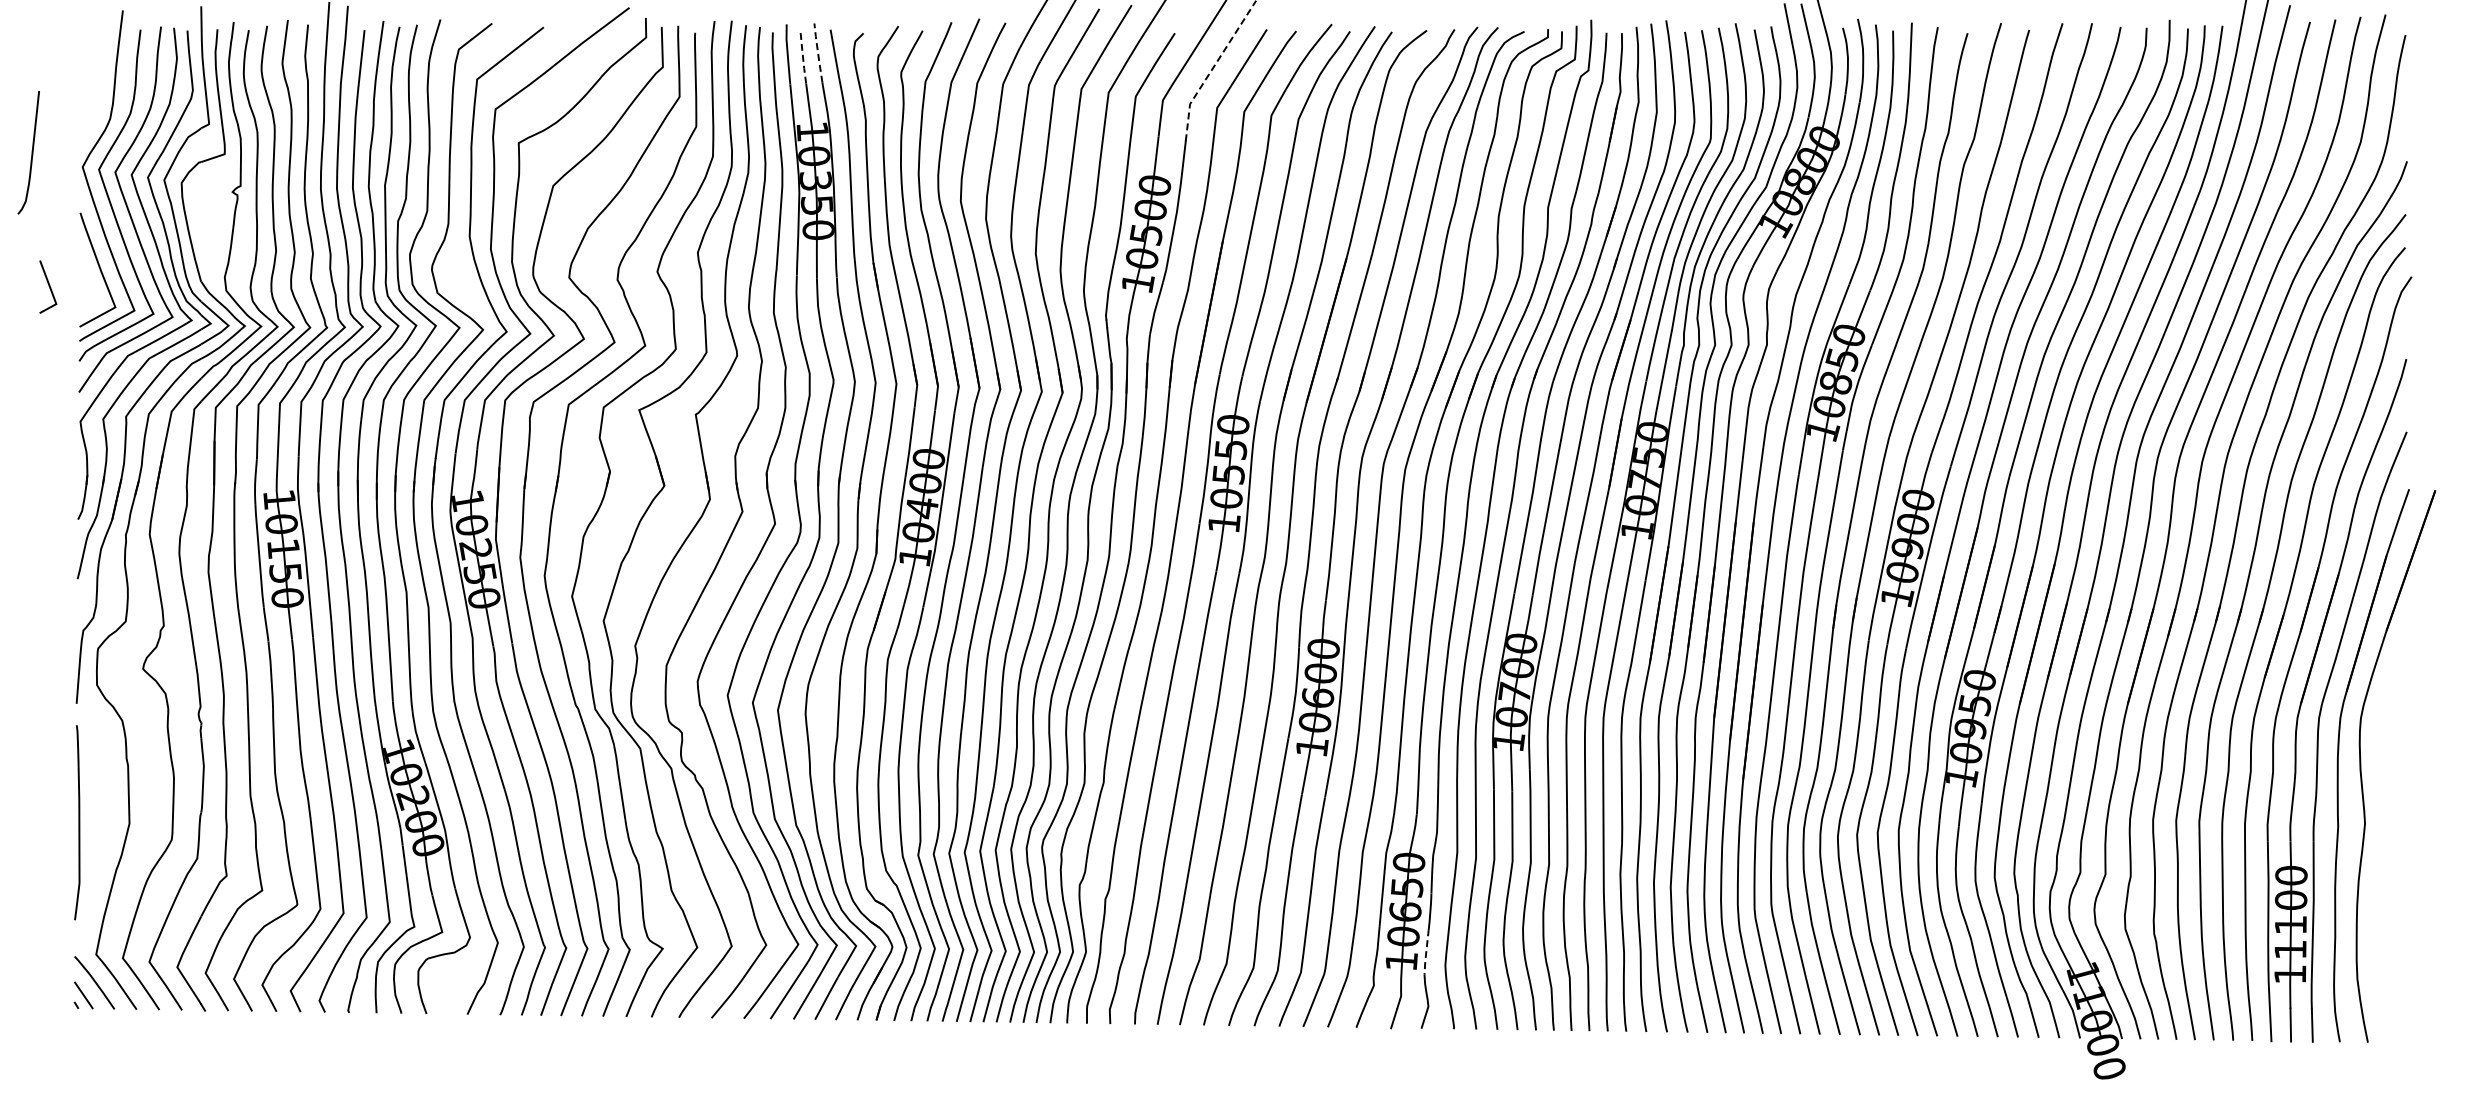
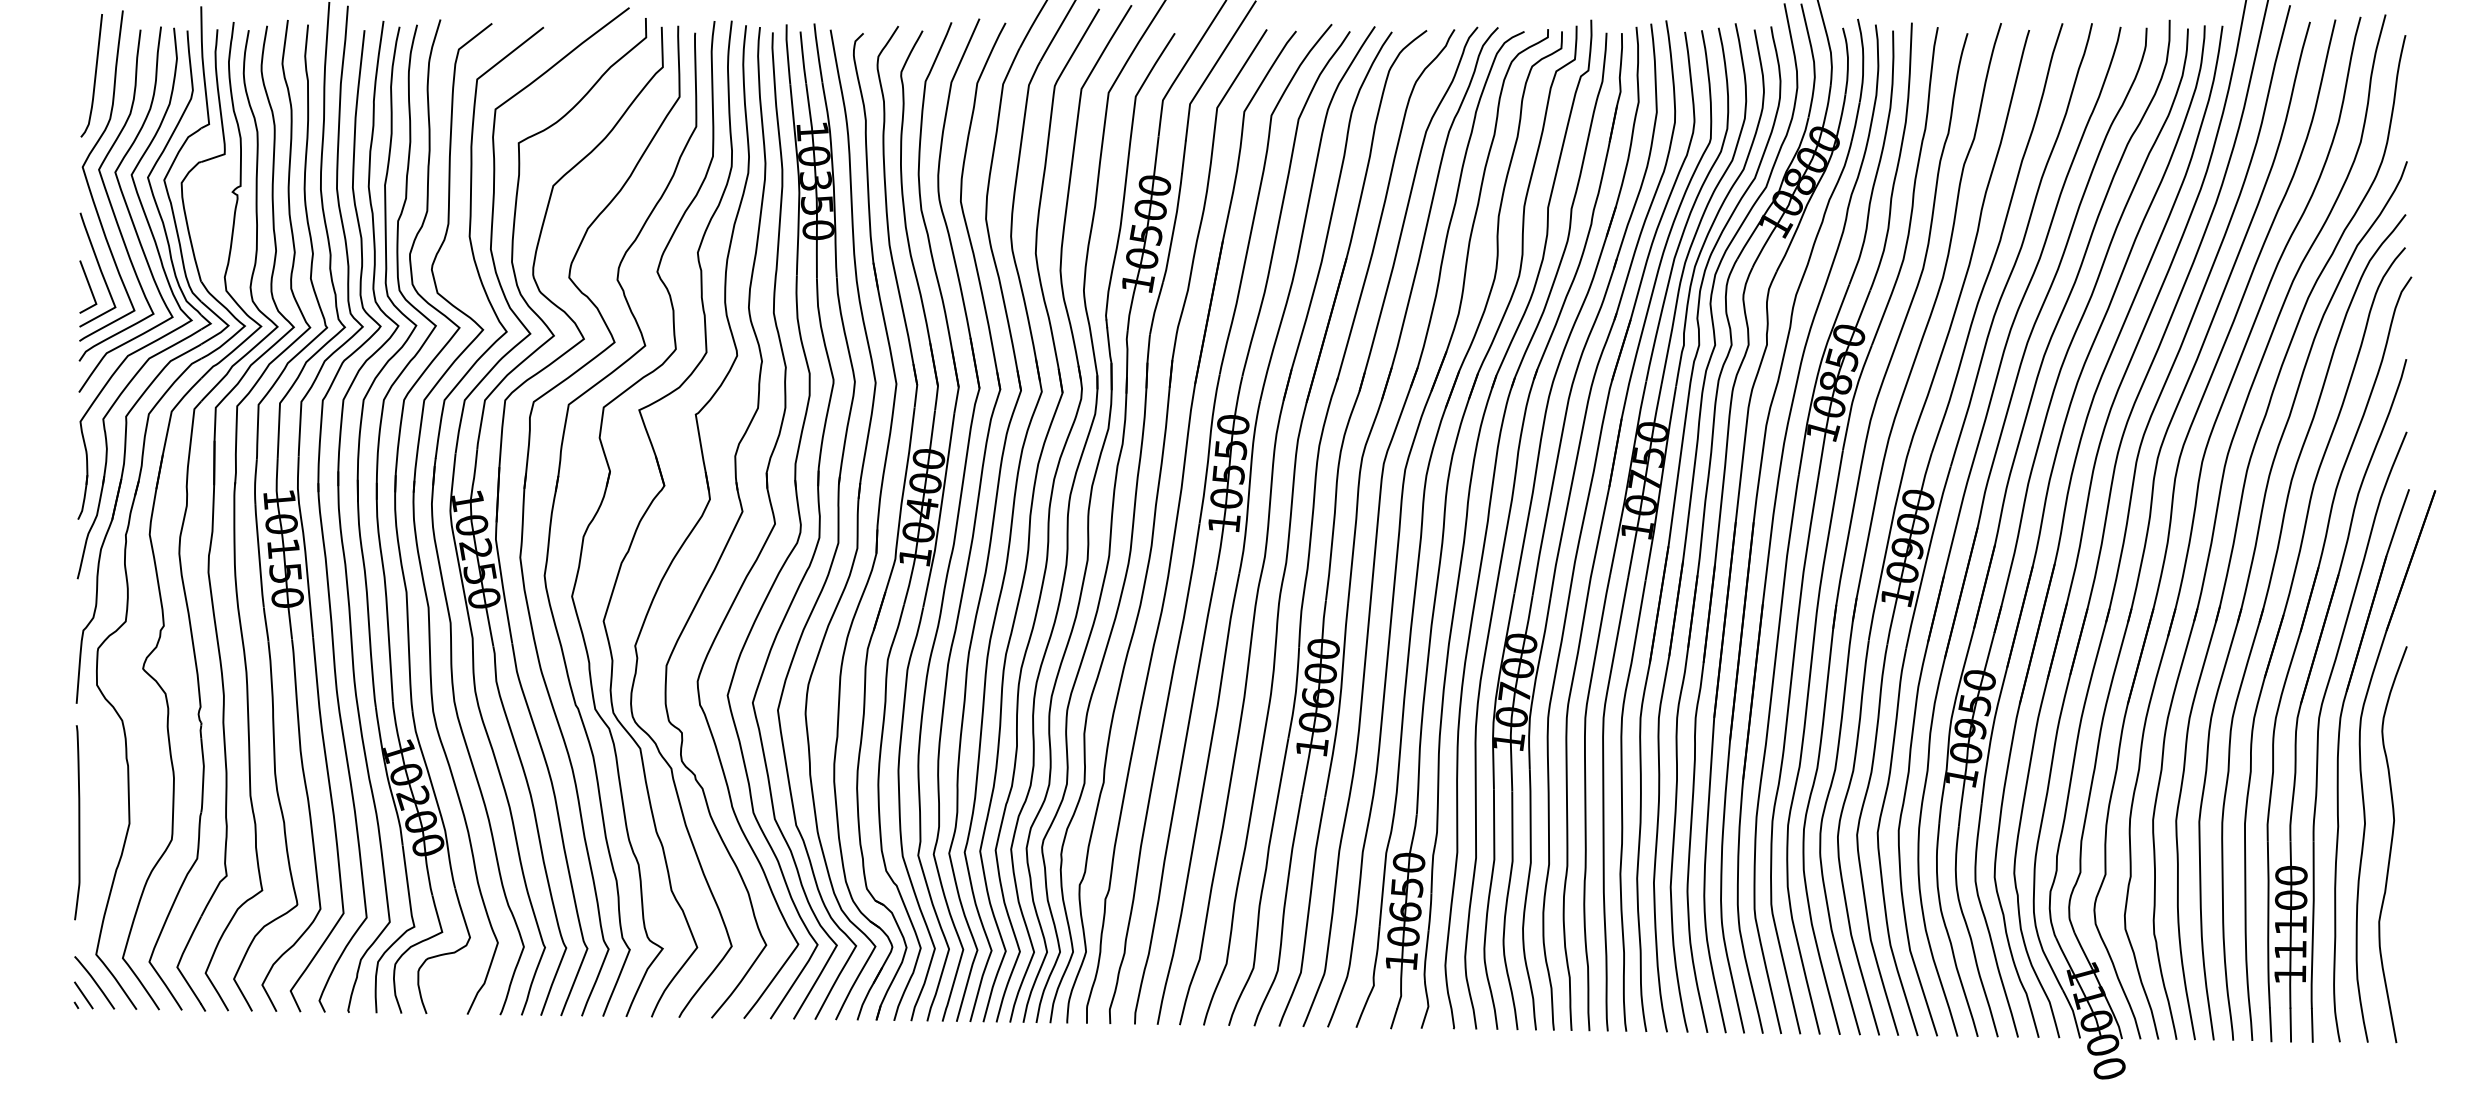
line at (818, 52): dashed -> solid
line at (803, 57): dashed -> solid
line at (1212, 69): dashed -> solid
curve at (31, 152) position: (31, 152) -> (94, 75)
line at (48, 286) position: (48, 286) -> (88, 286)
curve at (2392, 844): none -> present
line at (1425, 956): dashed -> solid
